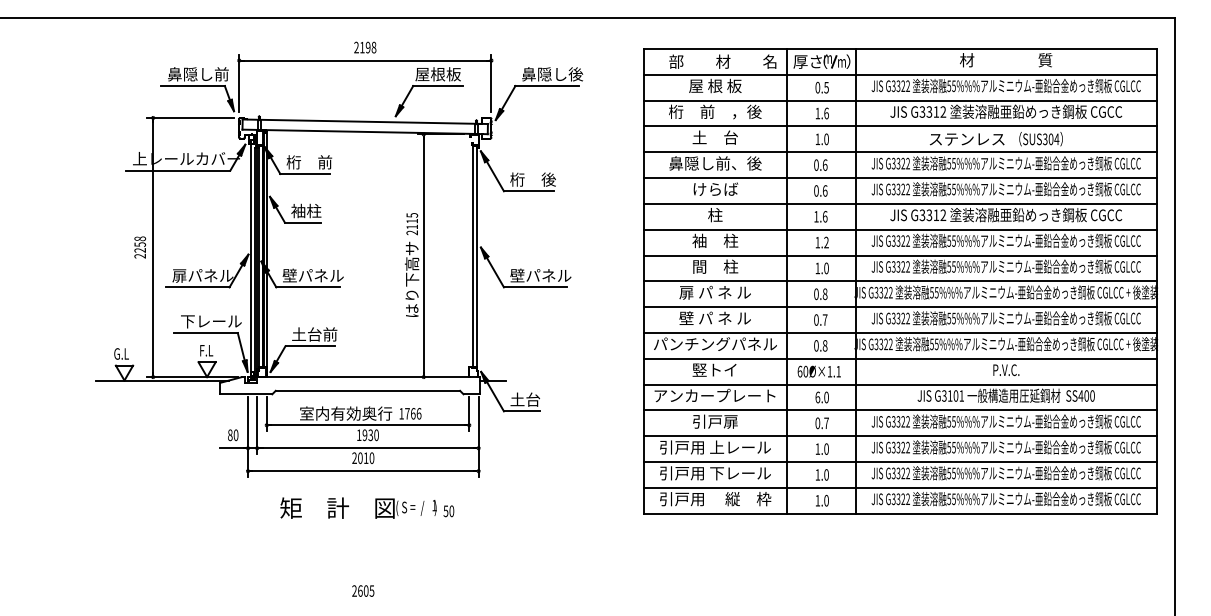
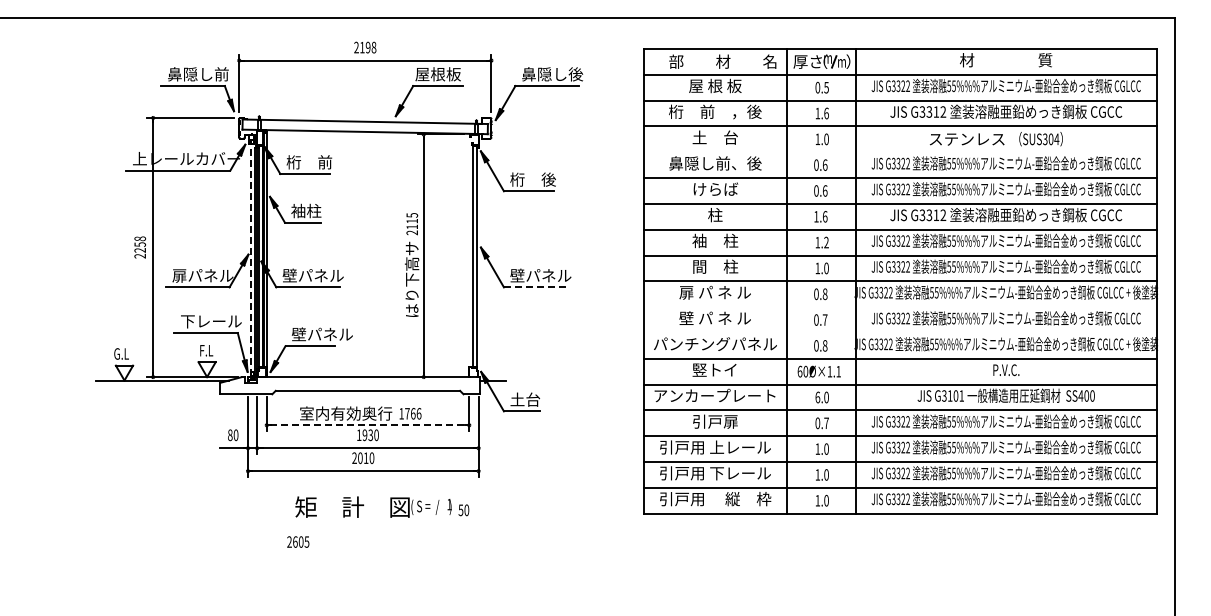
line at (899, 152): present -> none
line at (250, 257): solid -> dashed
line at (535, 287): solid -> dashed
line at (899, 307): present -> none
line at (899, 332): present -> none
text at (321, 334): 土台前 -> 壁パネル
line at (368, 425): solid -> dashed
text at (367, 507) position: (367, 507) -> (382, 506)
text at (363, 590) position: (363, 590) -> (298, 541)
